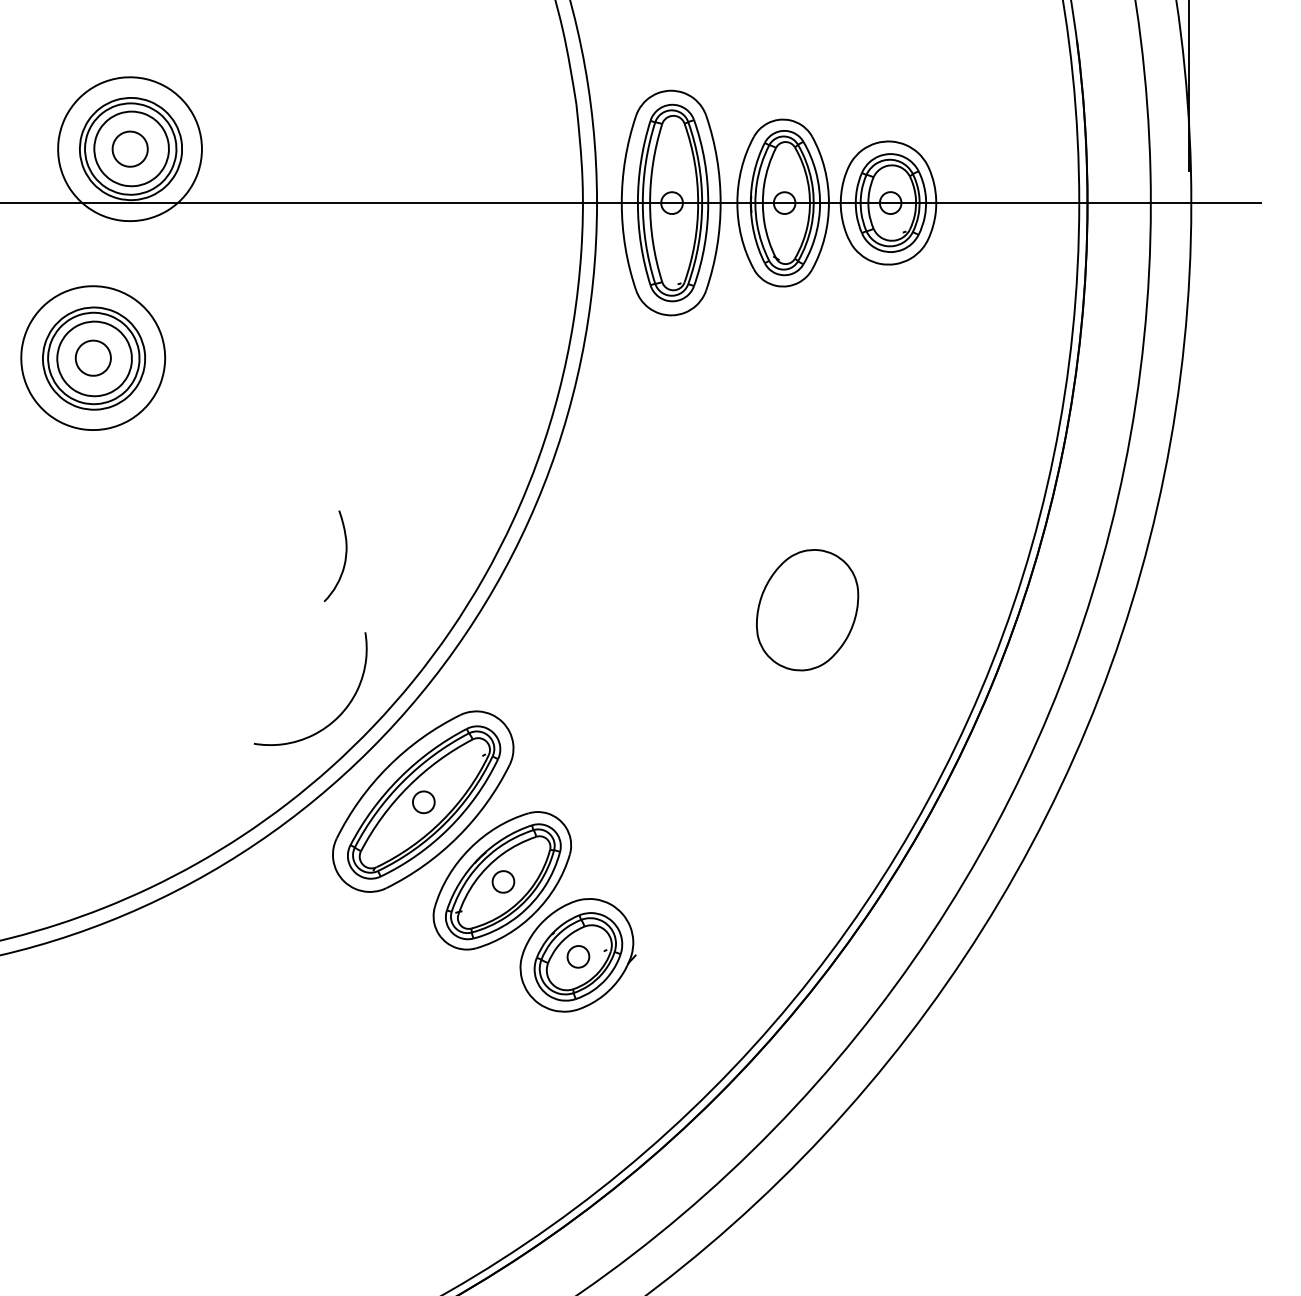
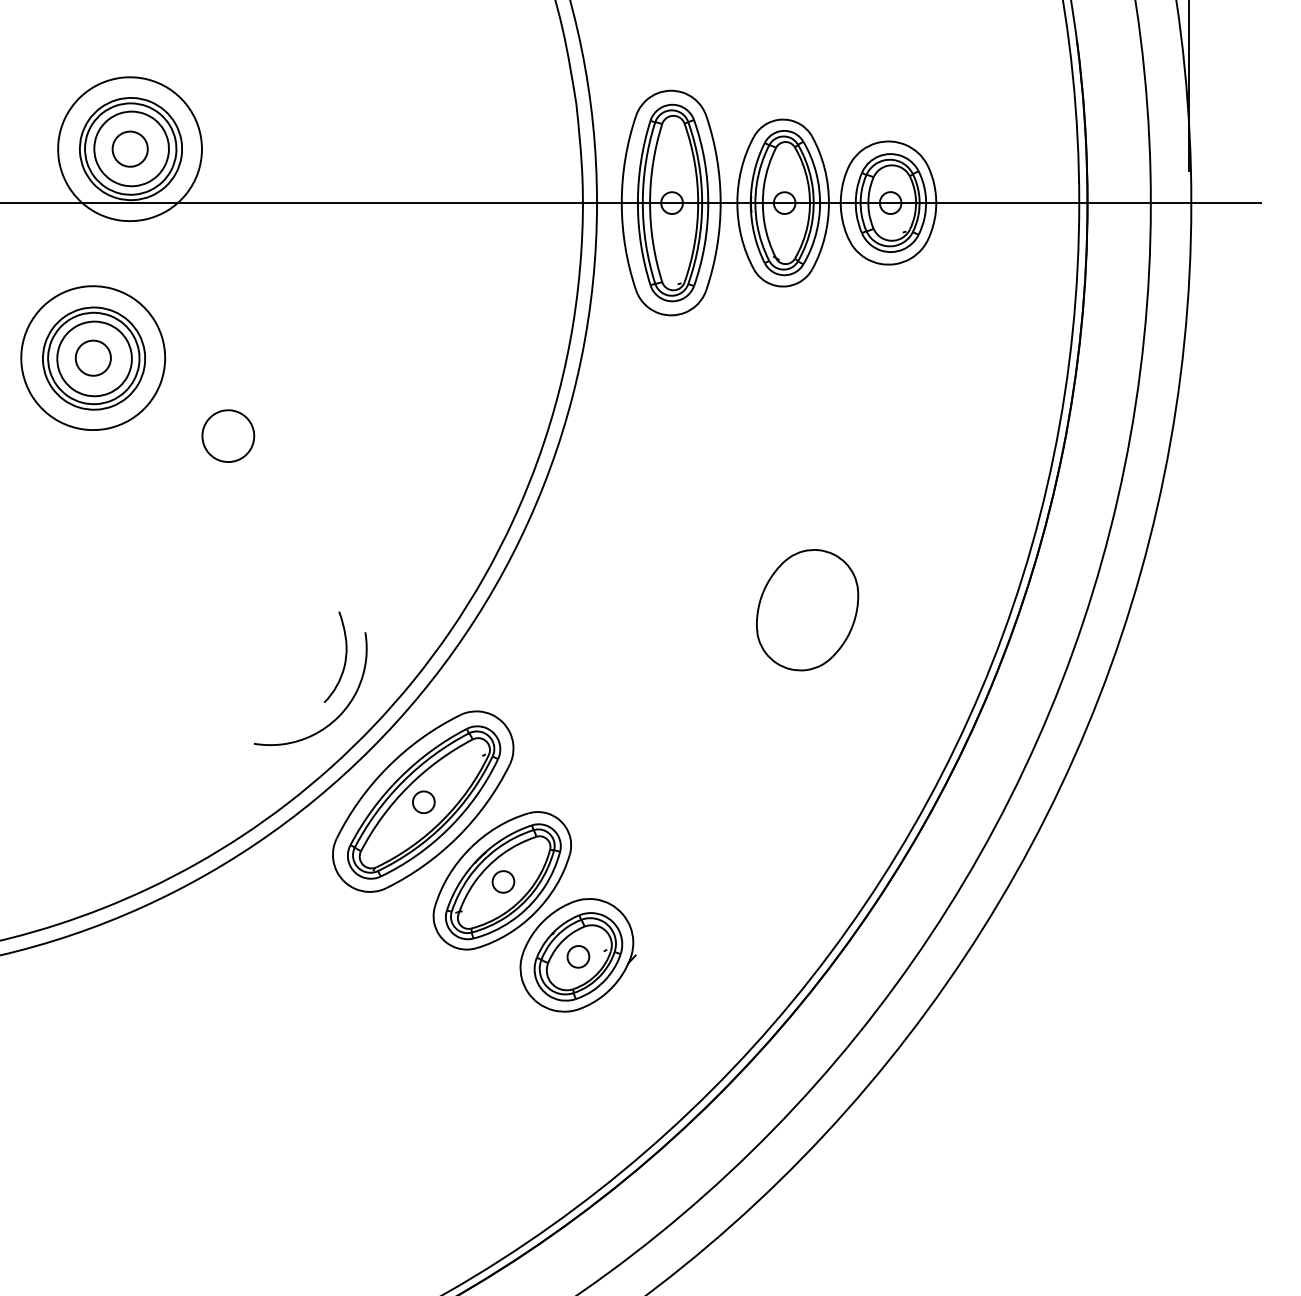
part at (228, 435): none -> present
curve at (344, 558) position: (344, 558) -> (344, 659)
